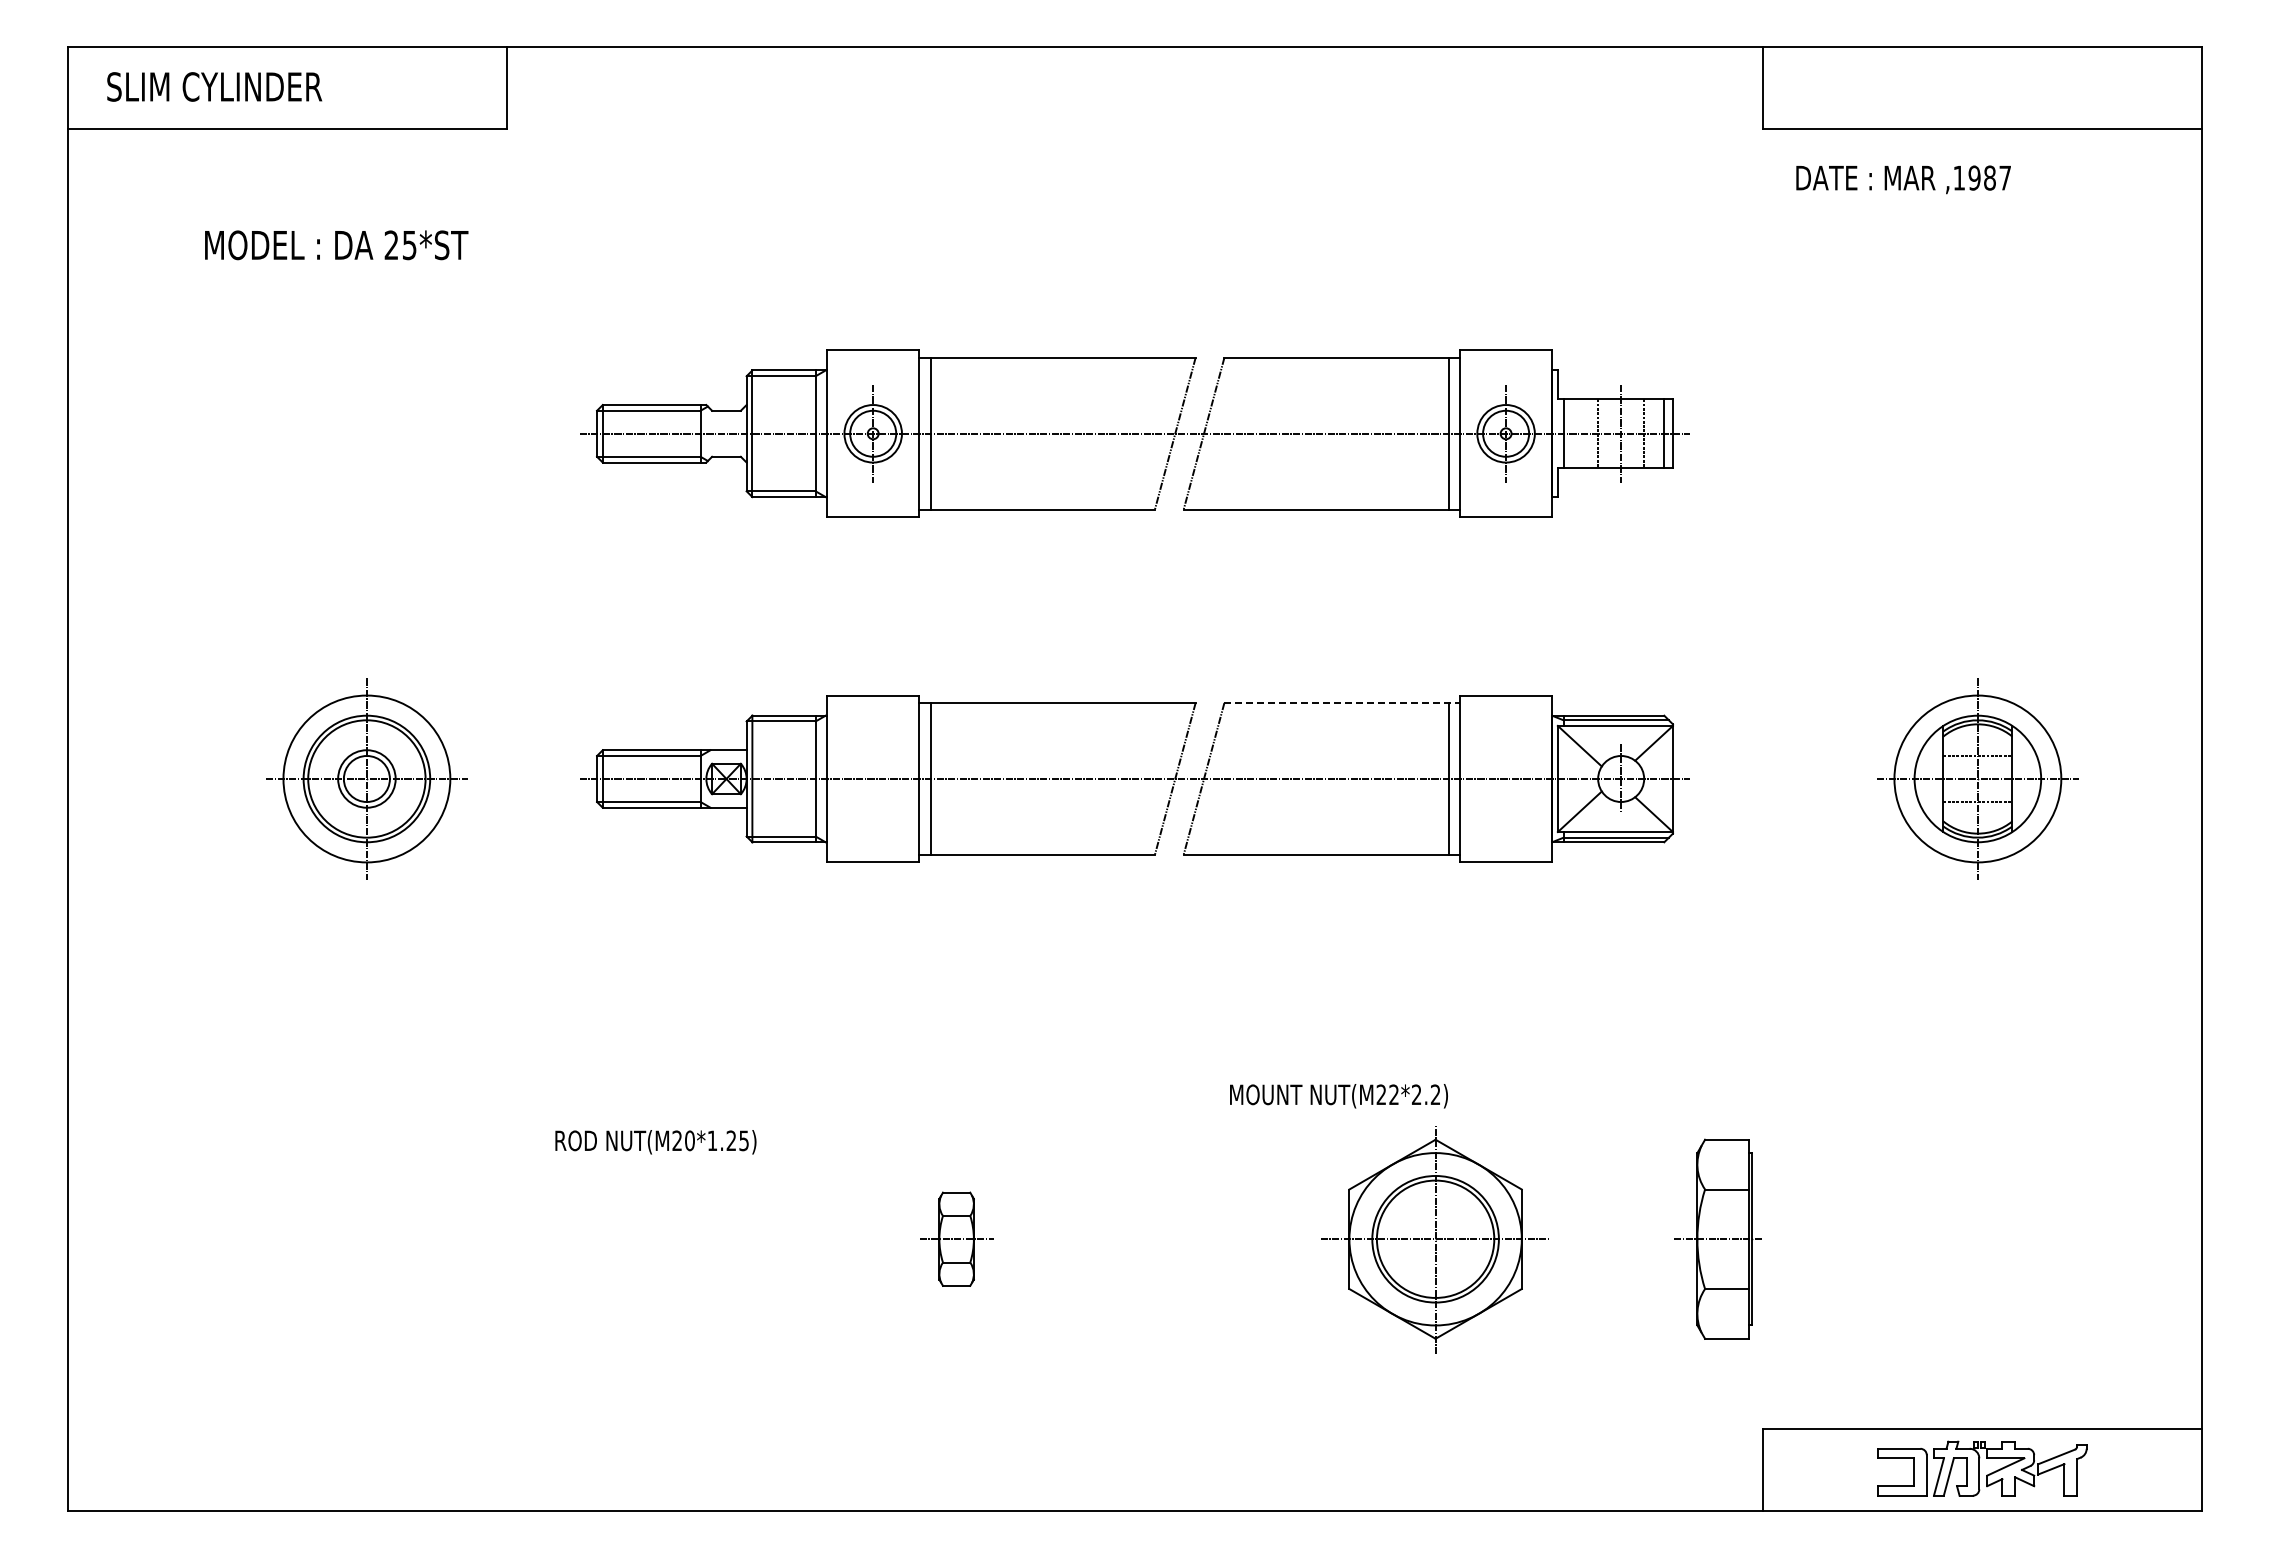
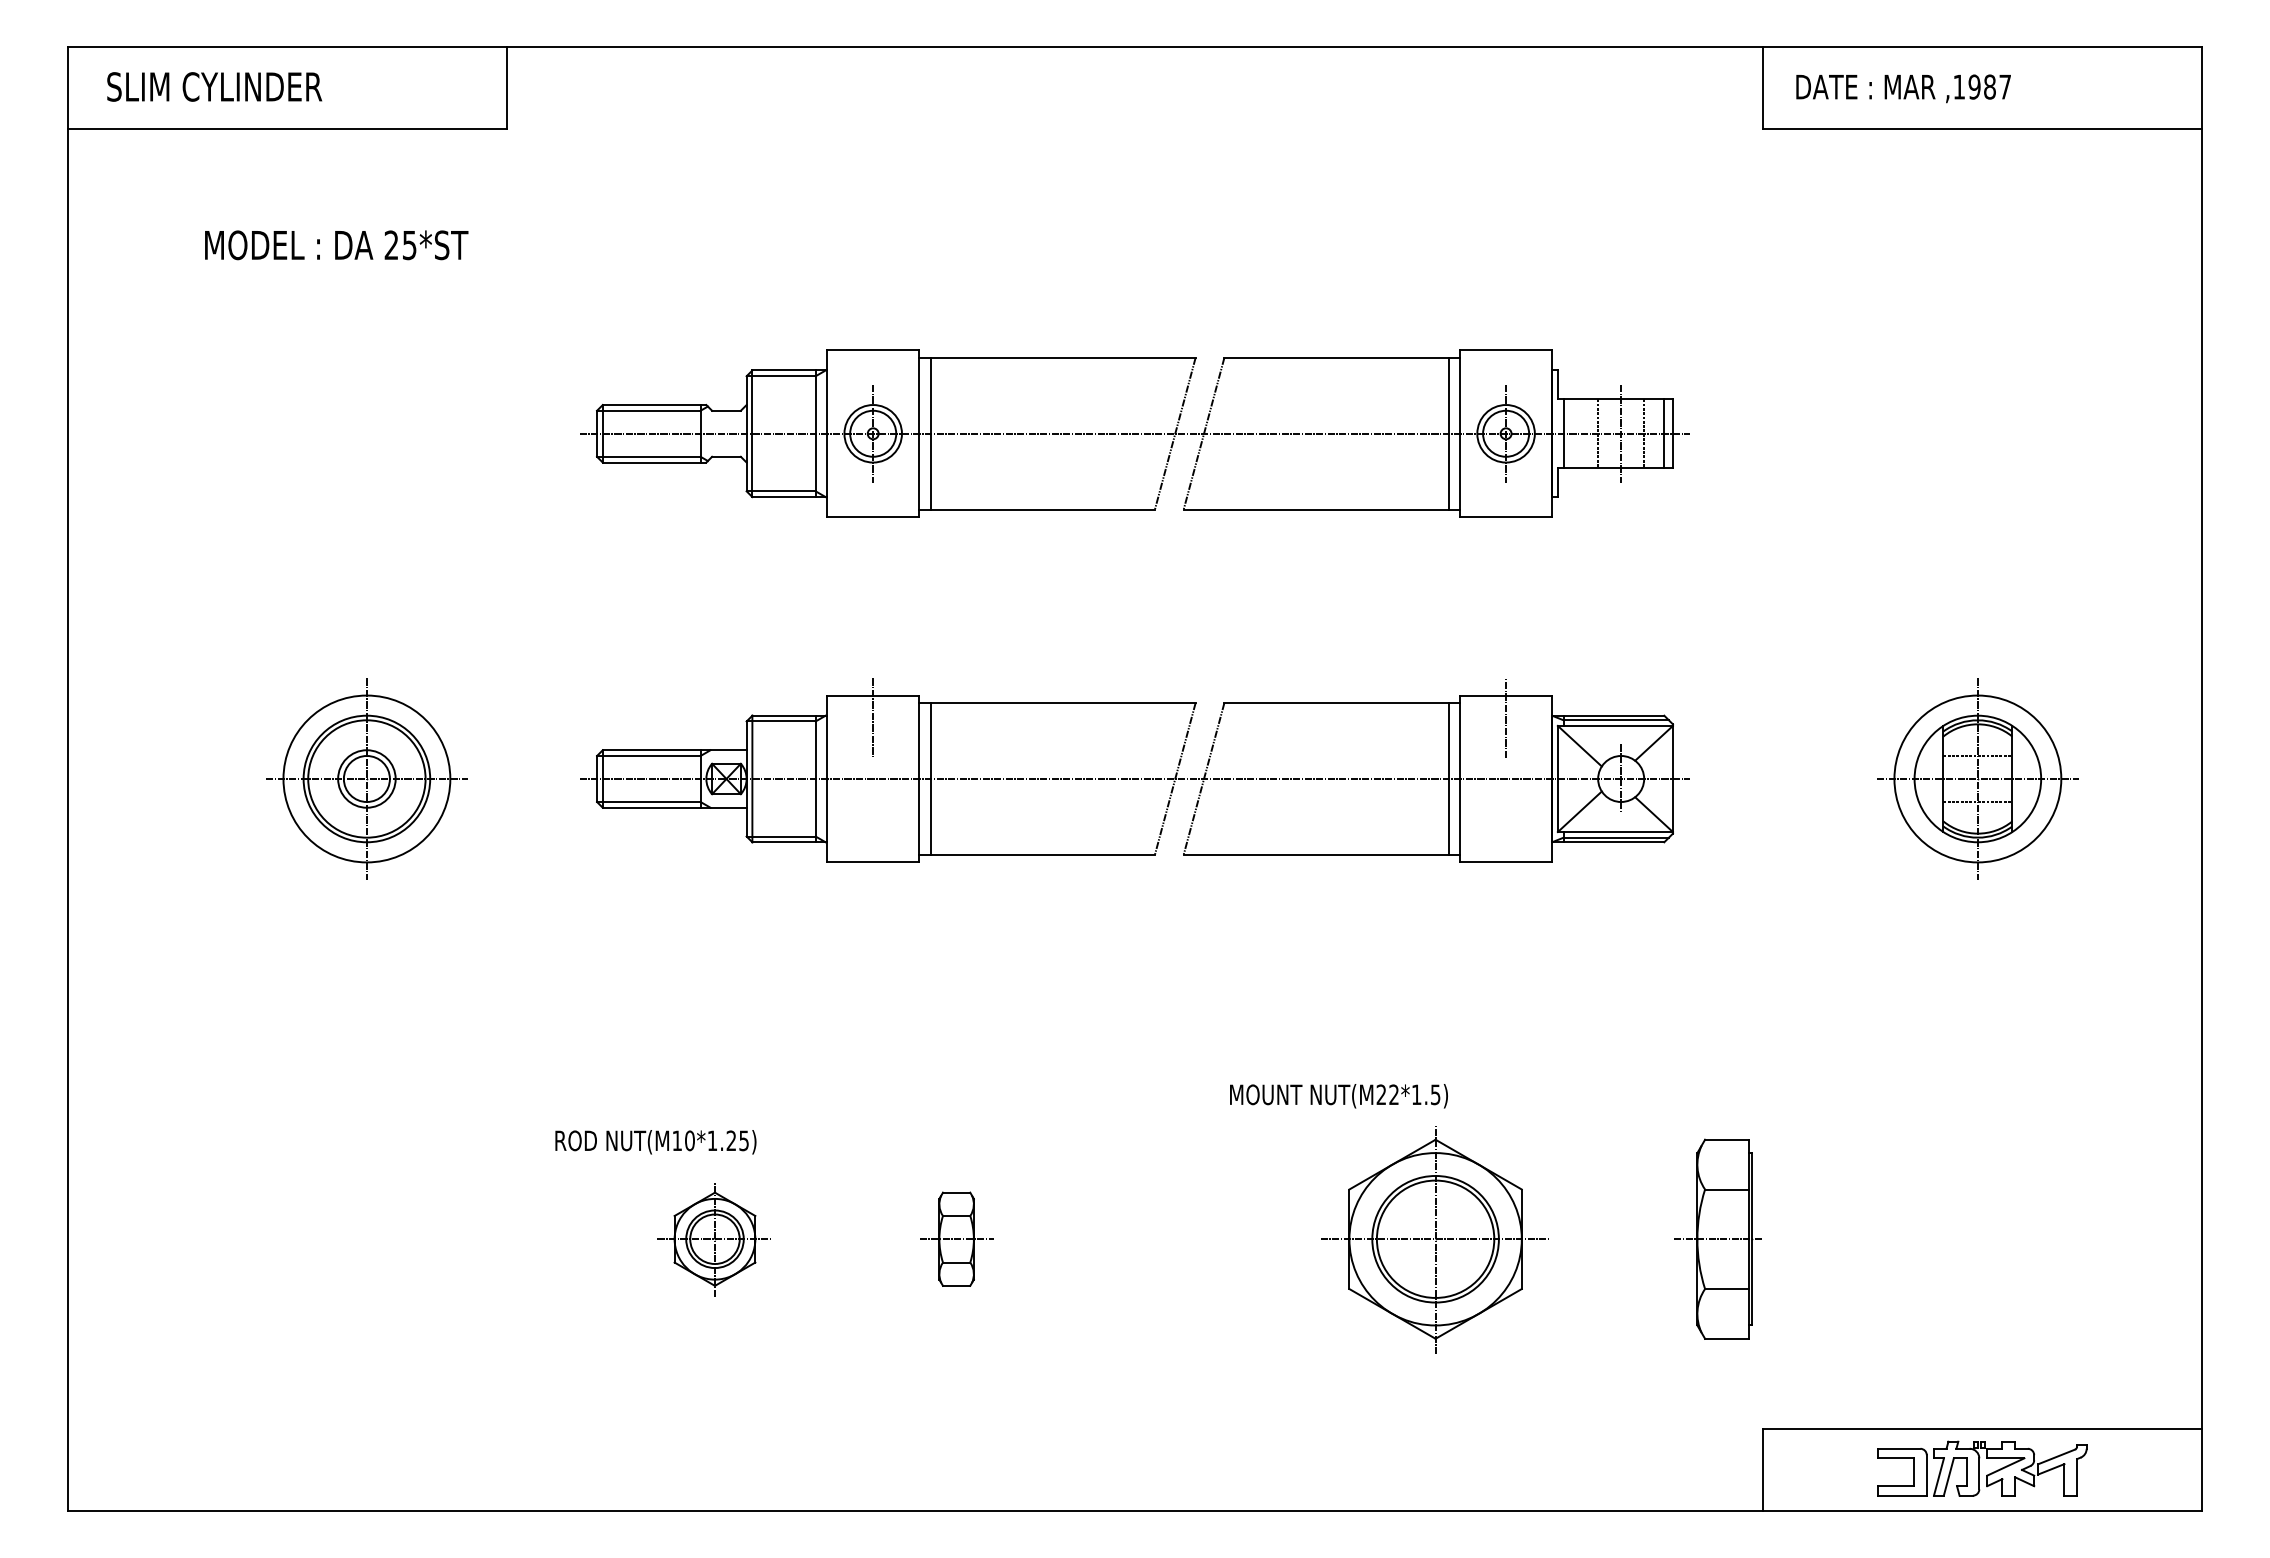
text at (1903, 179) position: (1903, 179) -> (1903, 88)
line at (1342, 703): dashed -> solid
line at (873, 718): none -> present
line at (1506, 718): none -> present
text at (1426, 1094): NUT(M22*2.2) -> NUT(M22*1.5)
text at (676, 1140): NUT(M20*1.25) -> NUT(M10*1.25)
part at (713, 1239): none -> present
